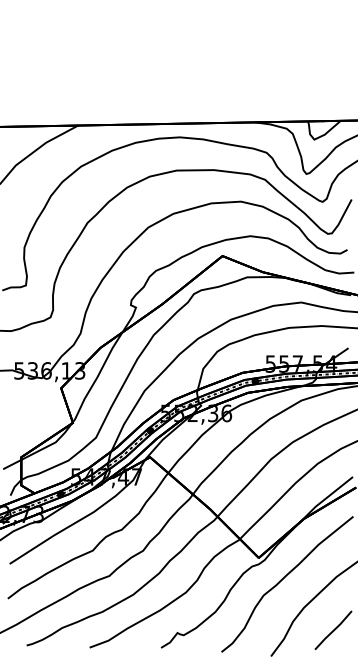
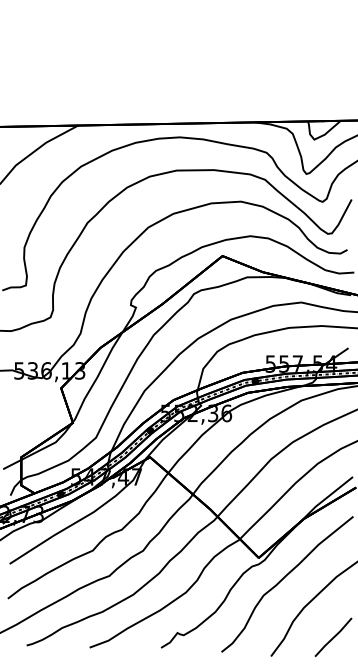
line at (333, 629) position: (333, 629) -> (333, 636)
